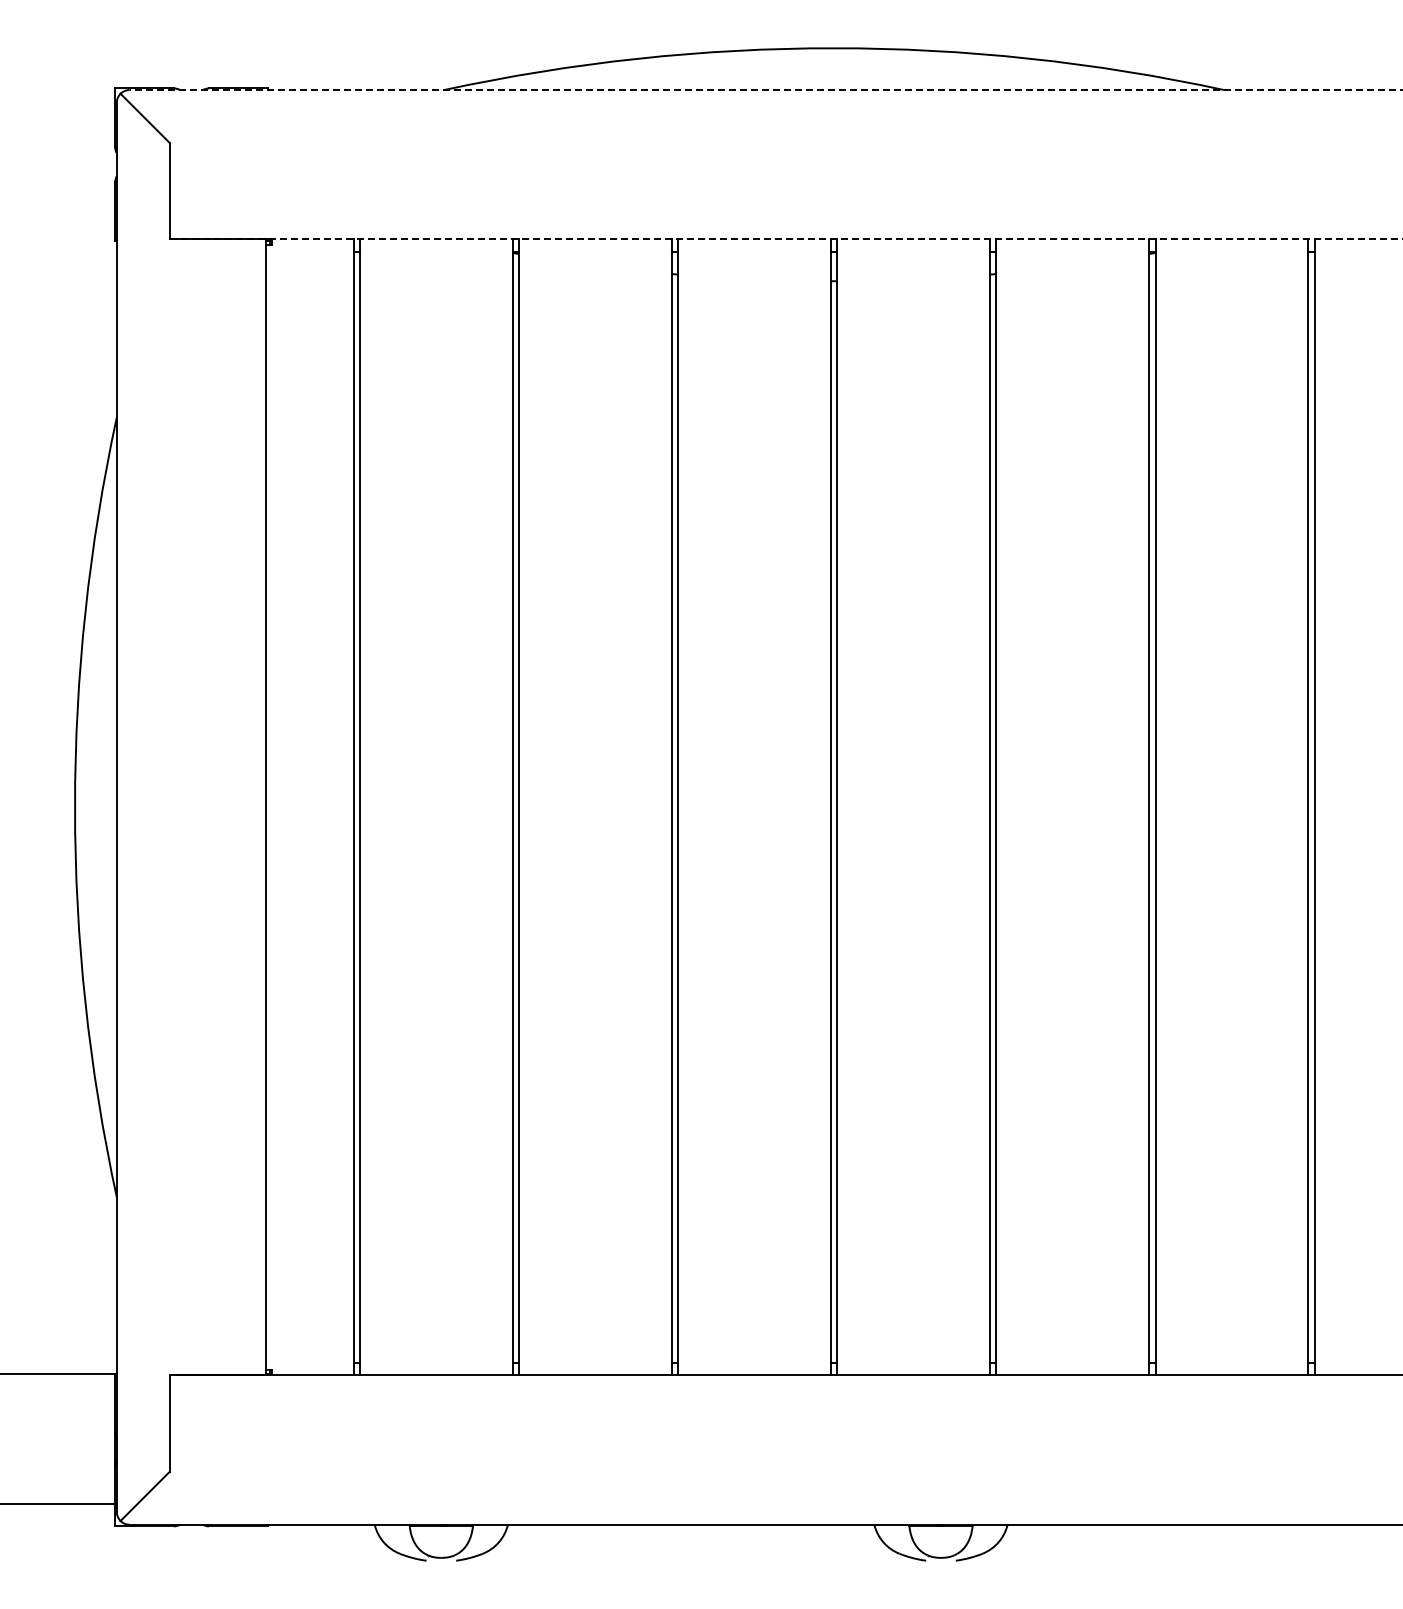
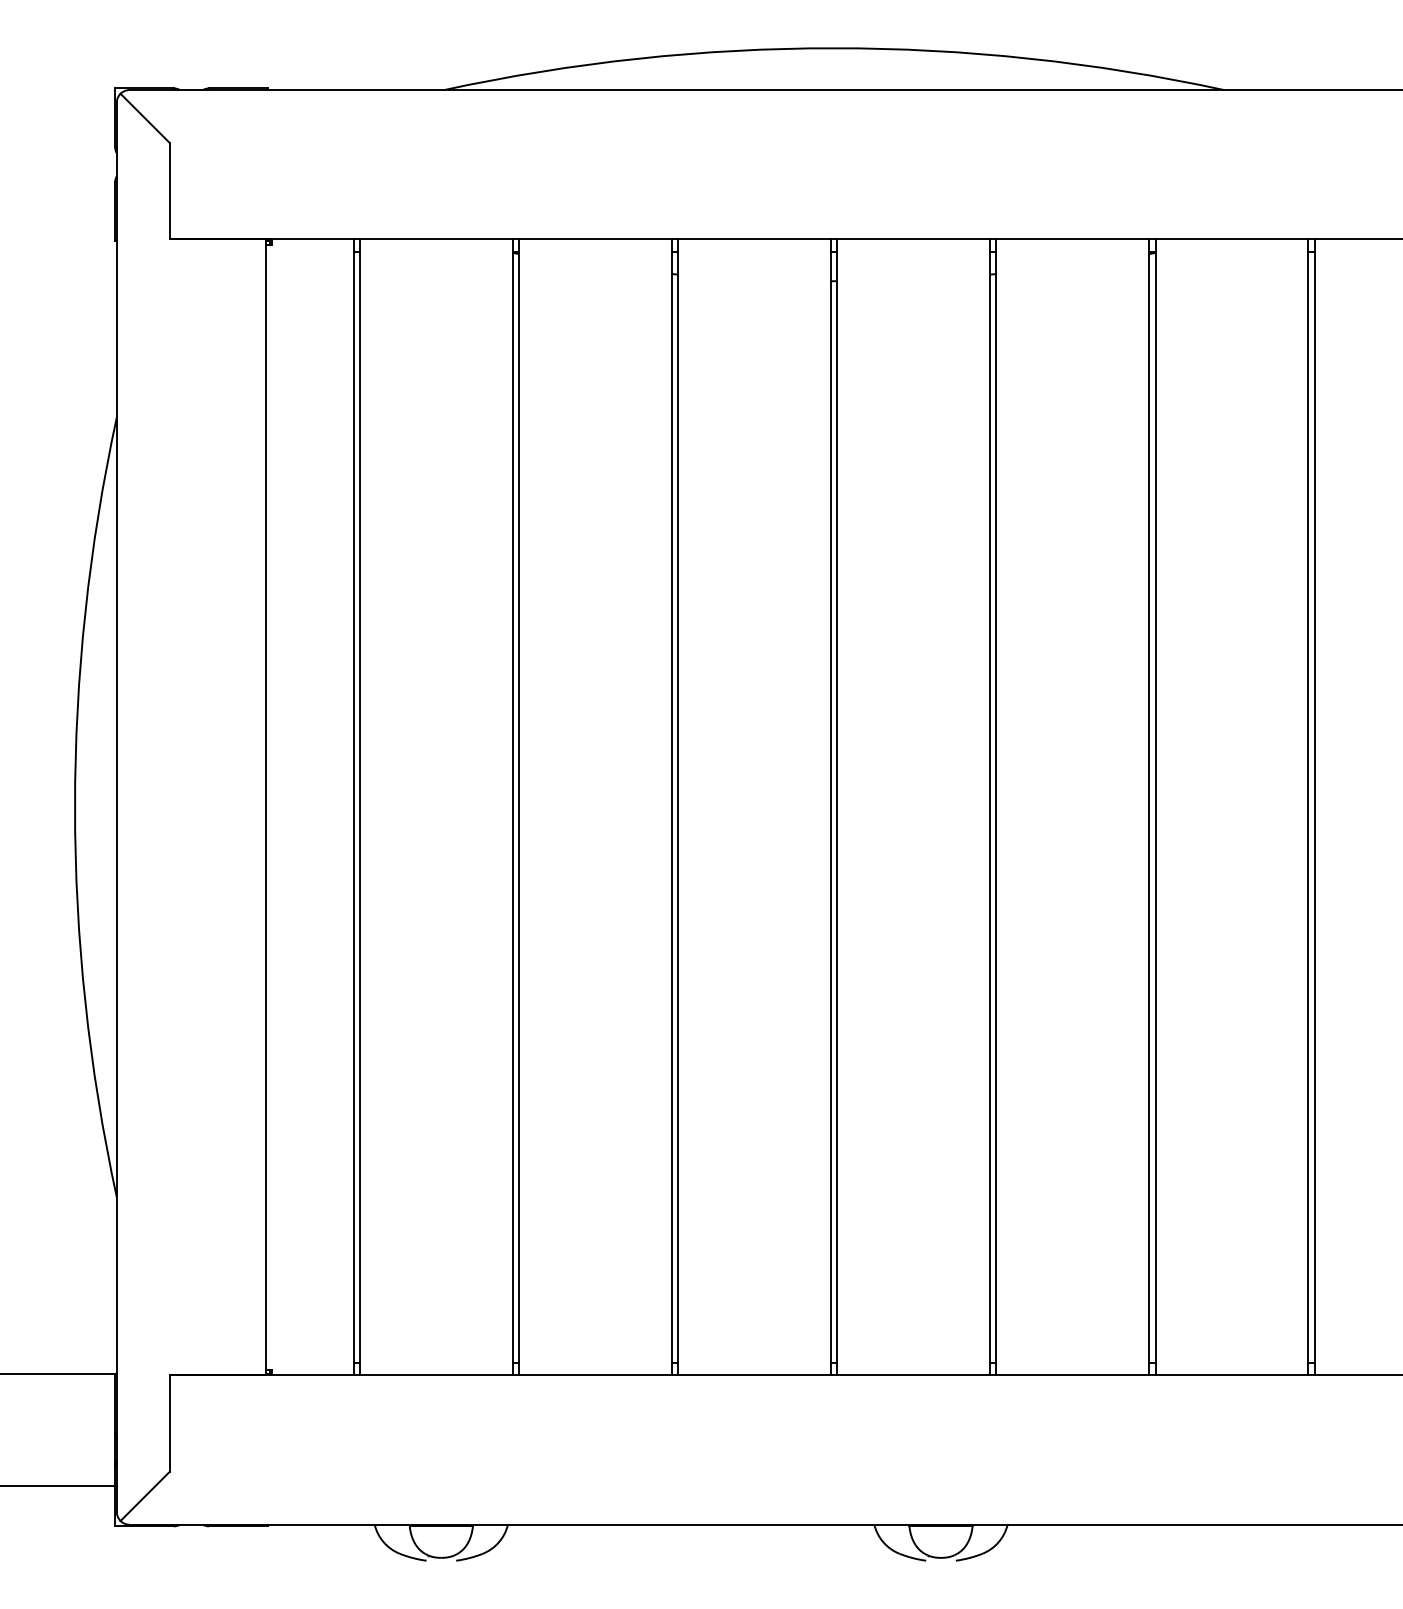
line at (766, 90): dashed -> solid
line at (786, 239): dashed -> solid
line at (58, 1504) position: (58, 1504) -> (58, 1486)
